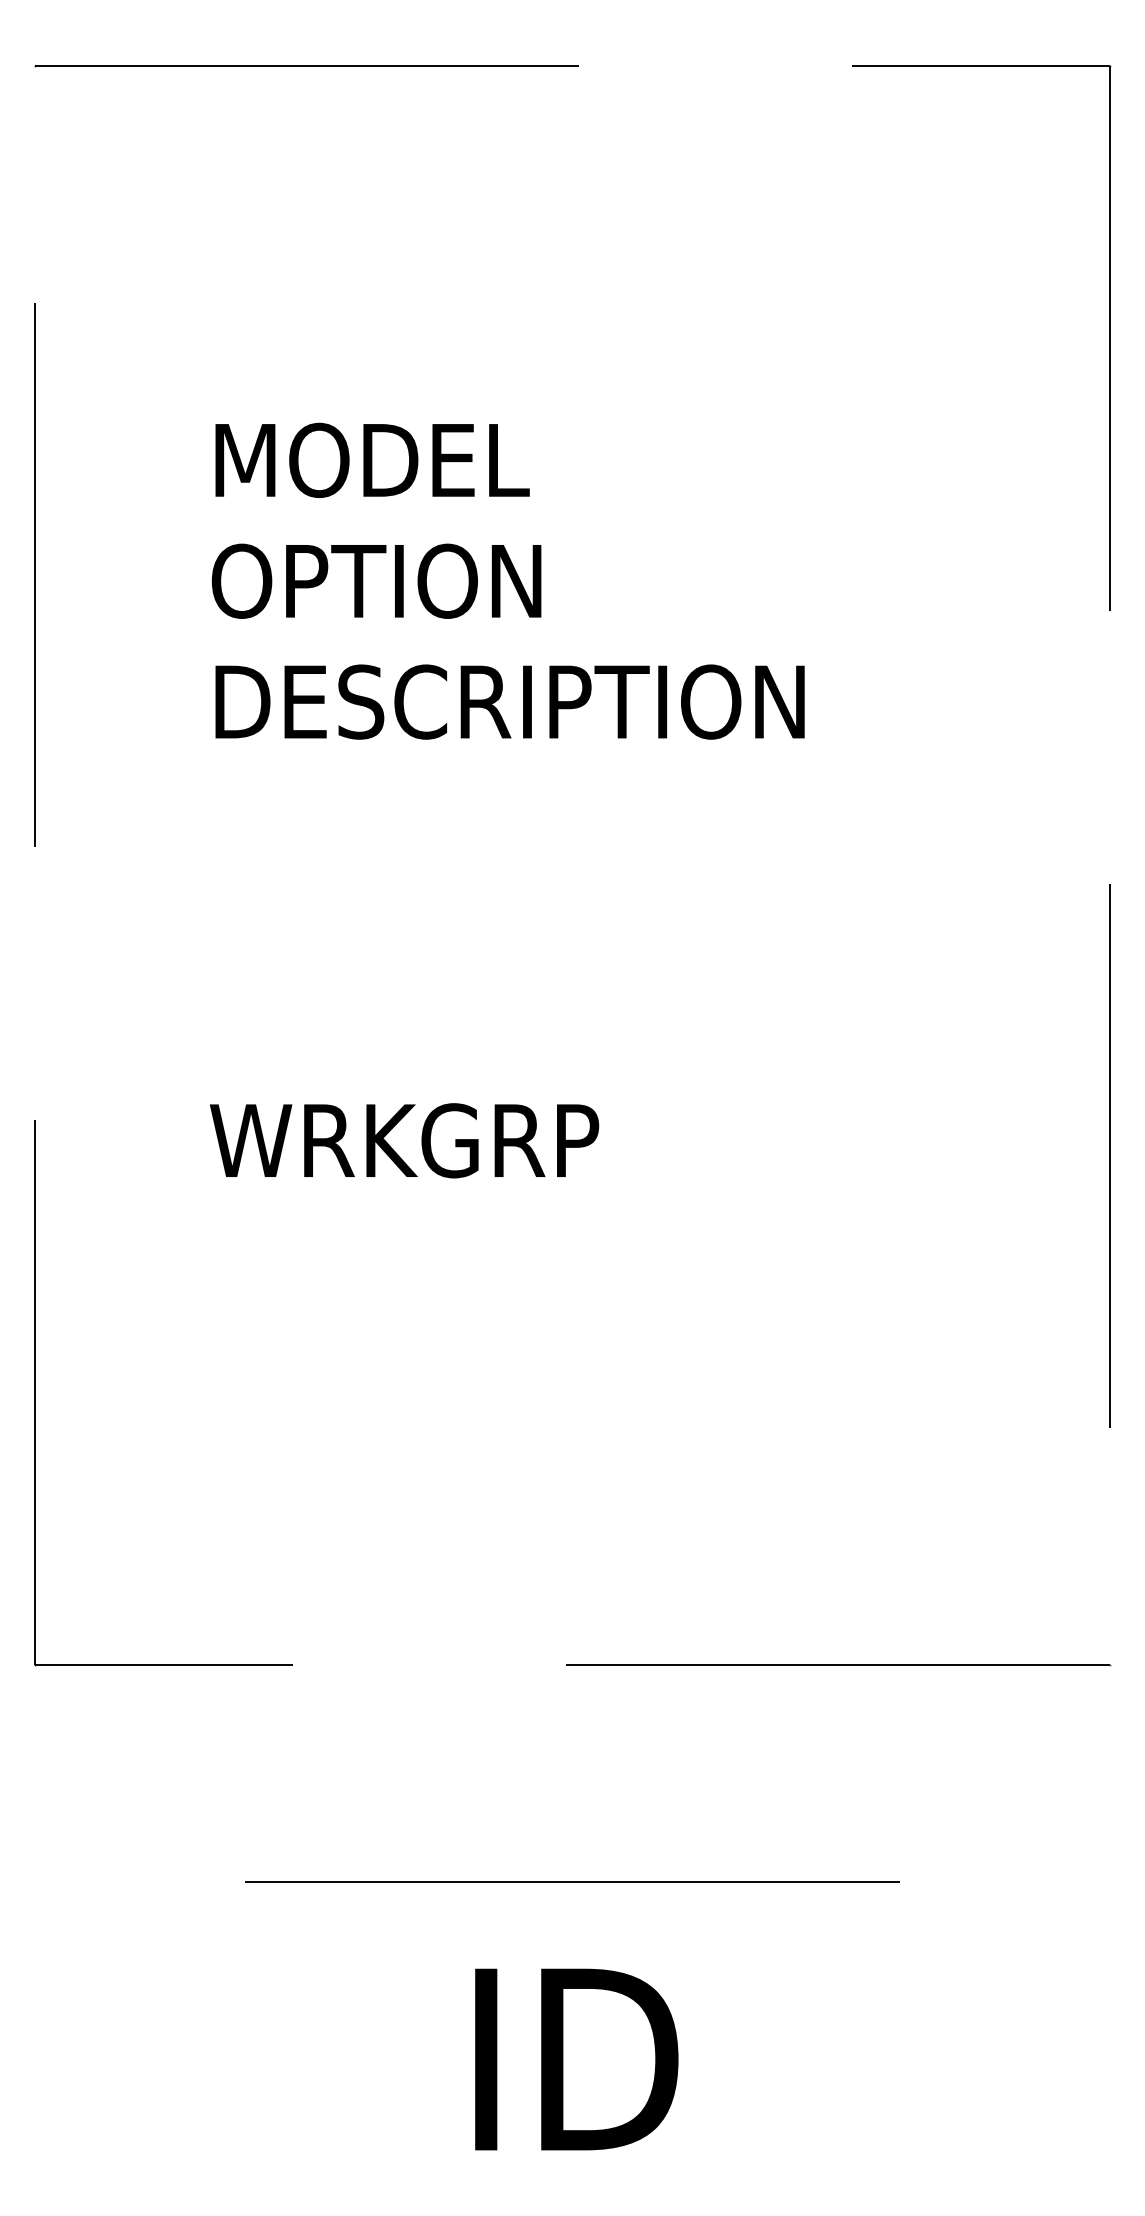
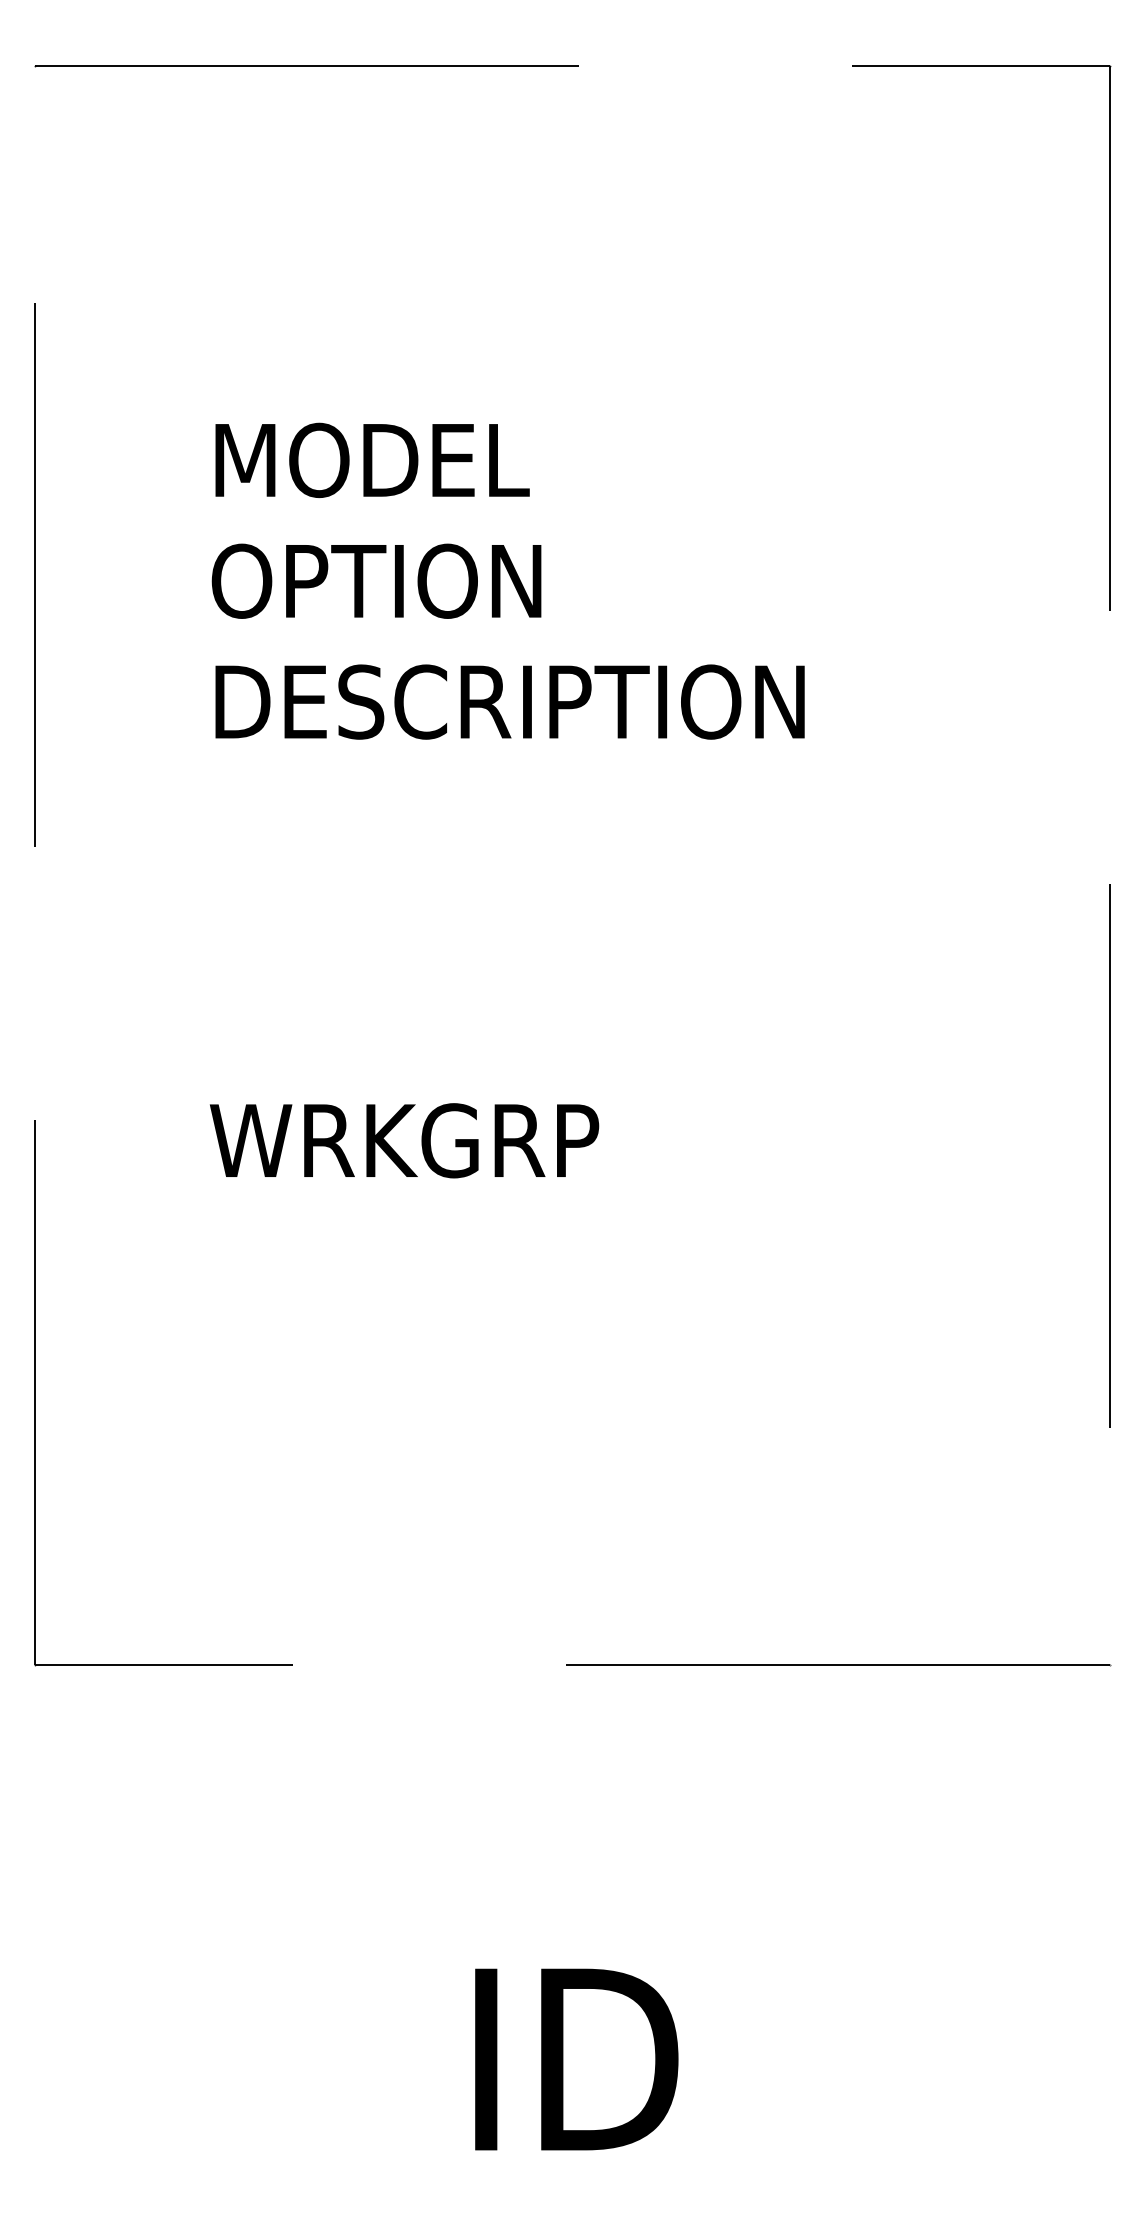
line at (572, 1882): present -> none
